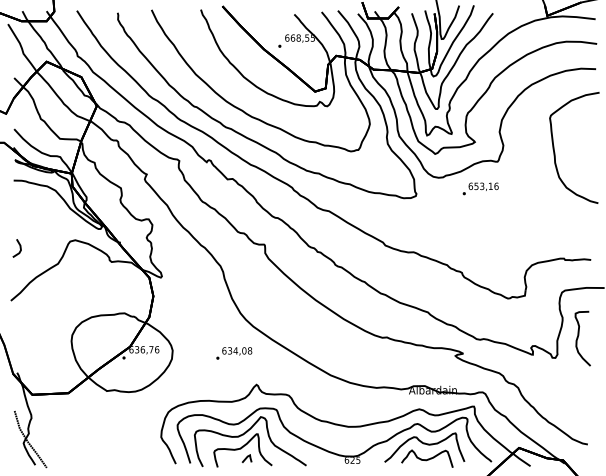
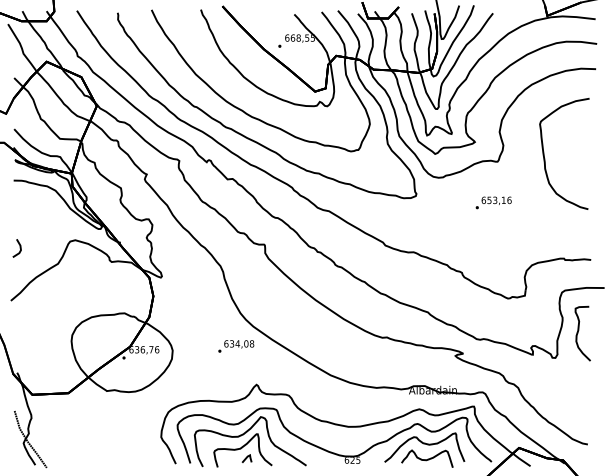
curve at (555, 152) position: (555, 152) -> (545, 158)
text at (480, 188) position: (480, 188) -> (493, 202)
curve at (578, 338) position: (578, 338) -> (578, 333)
text at (234, 353) position: (234, 353) -> (236, 346)
